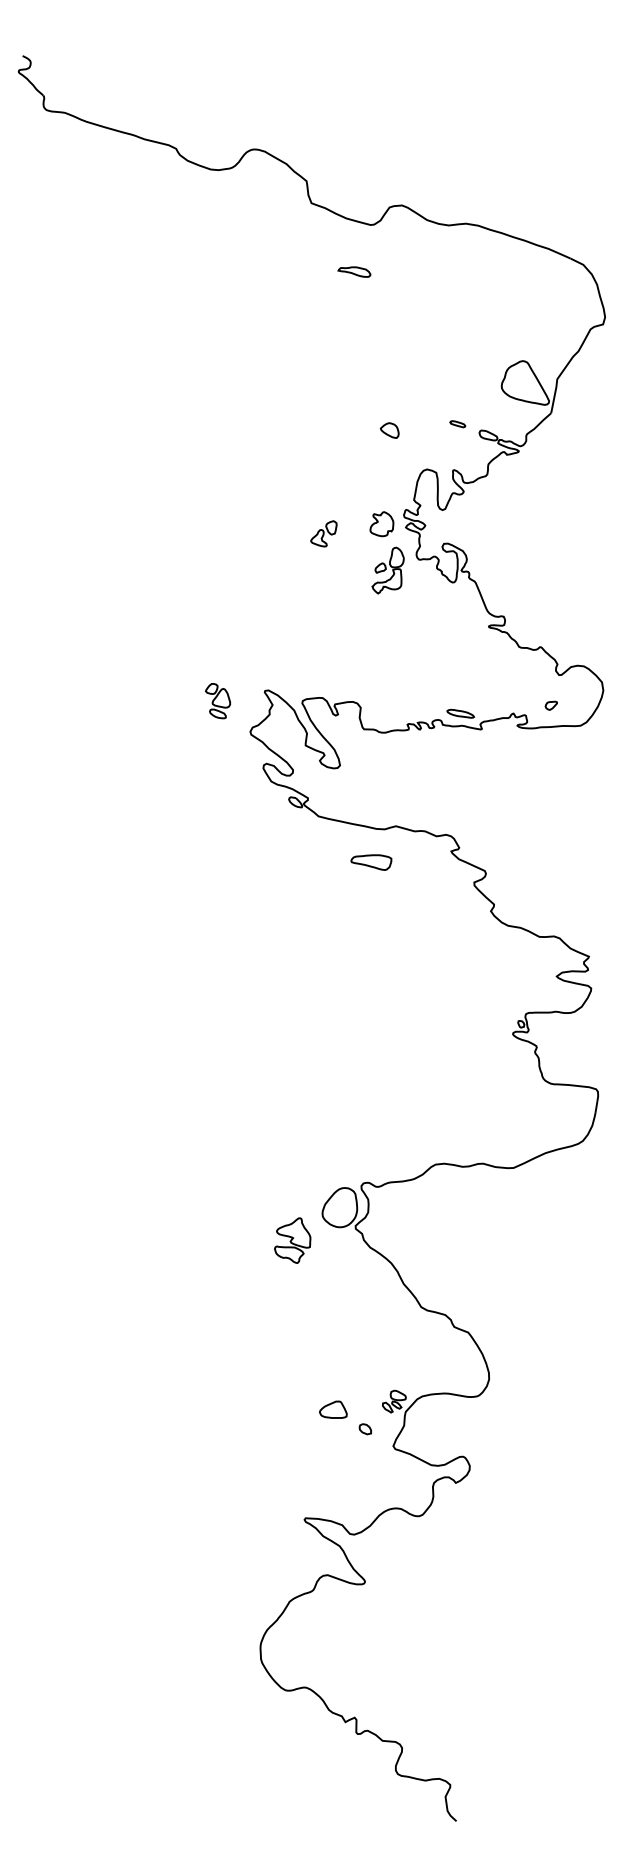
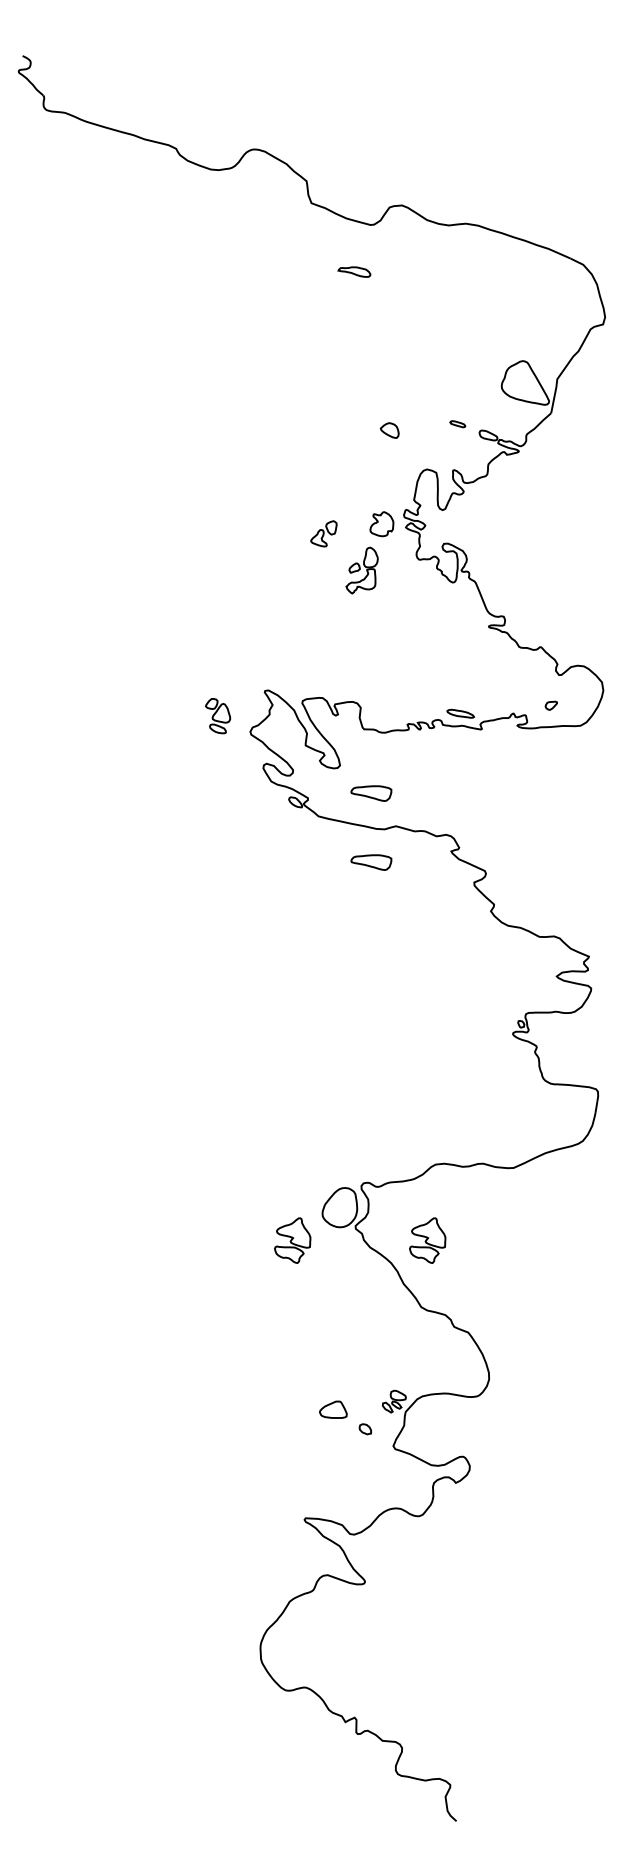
part at (387, 570) position: (387, 570) -> (361, 570)
part at (218, 701) position: (218, 701) -> (218, 716)
part at (371, 793): none -> present
part at (427, 1240): none -> present
